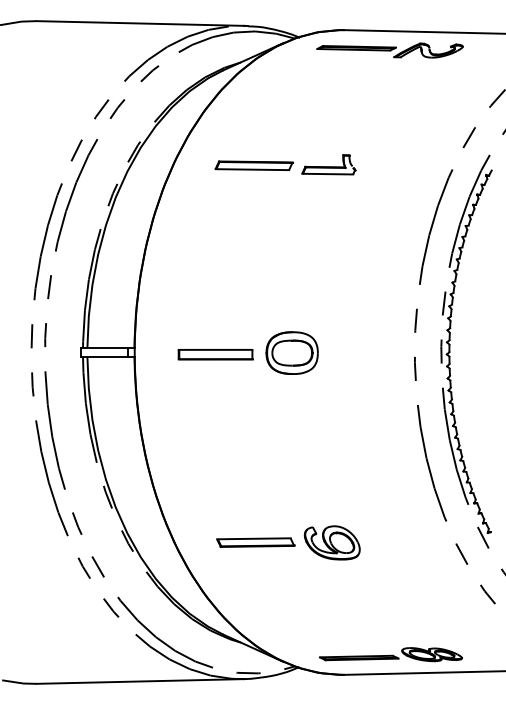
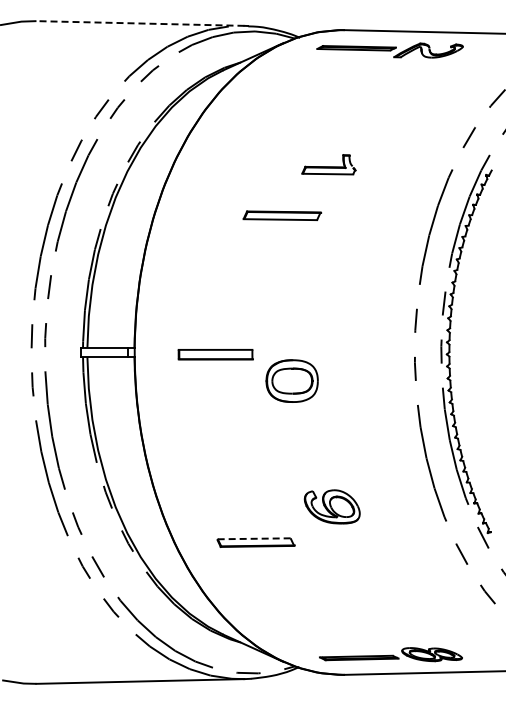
line at (139, 23): solid -> dashed
part at (253, 165) position: (253, 165) -> (281, 215)
part at (291, 352) position: (291, 352) -> (291, 380)
line at (253, 538): solid -> dashed
part at (331, 542) position: (331, 542) -> (331, 506)
